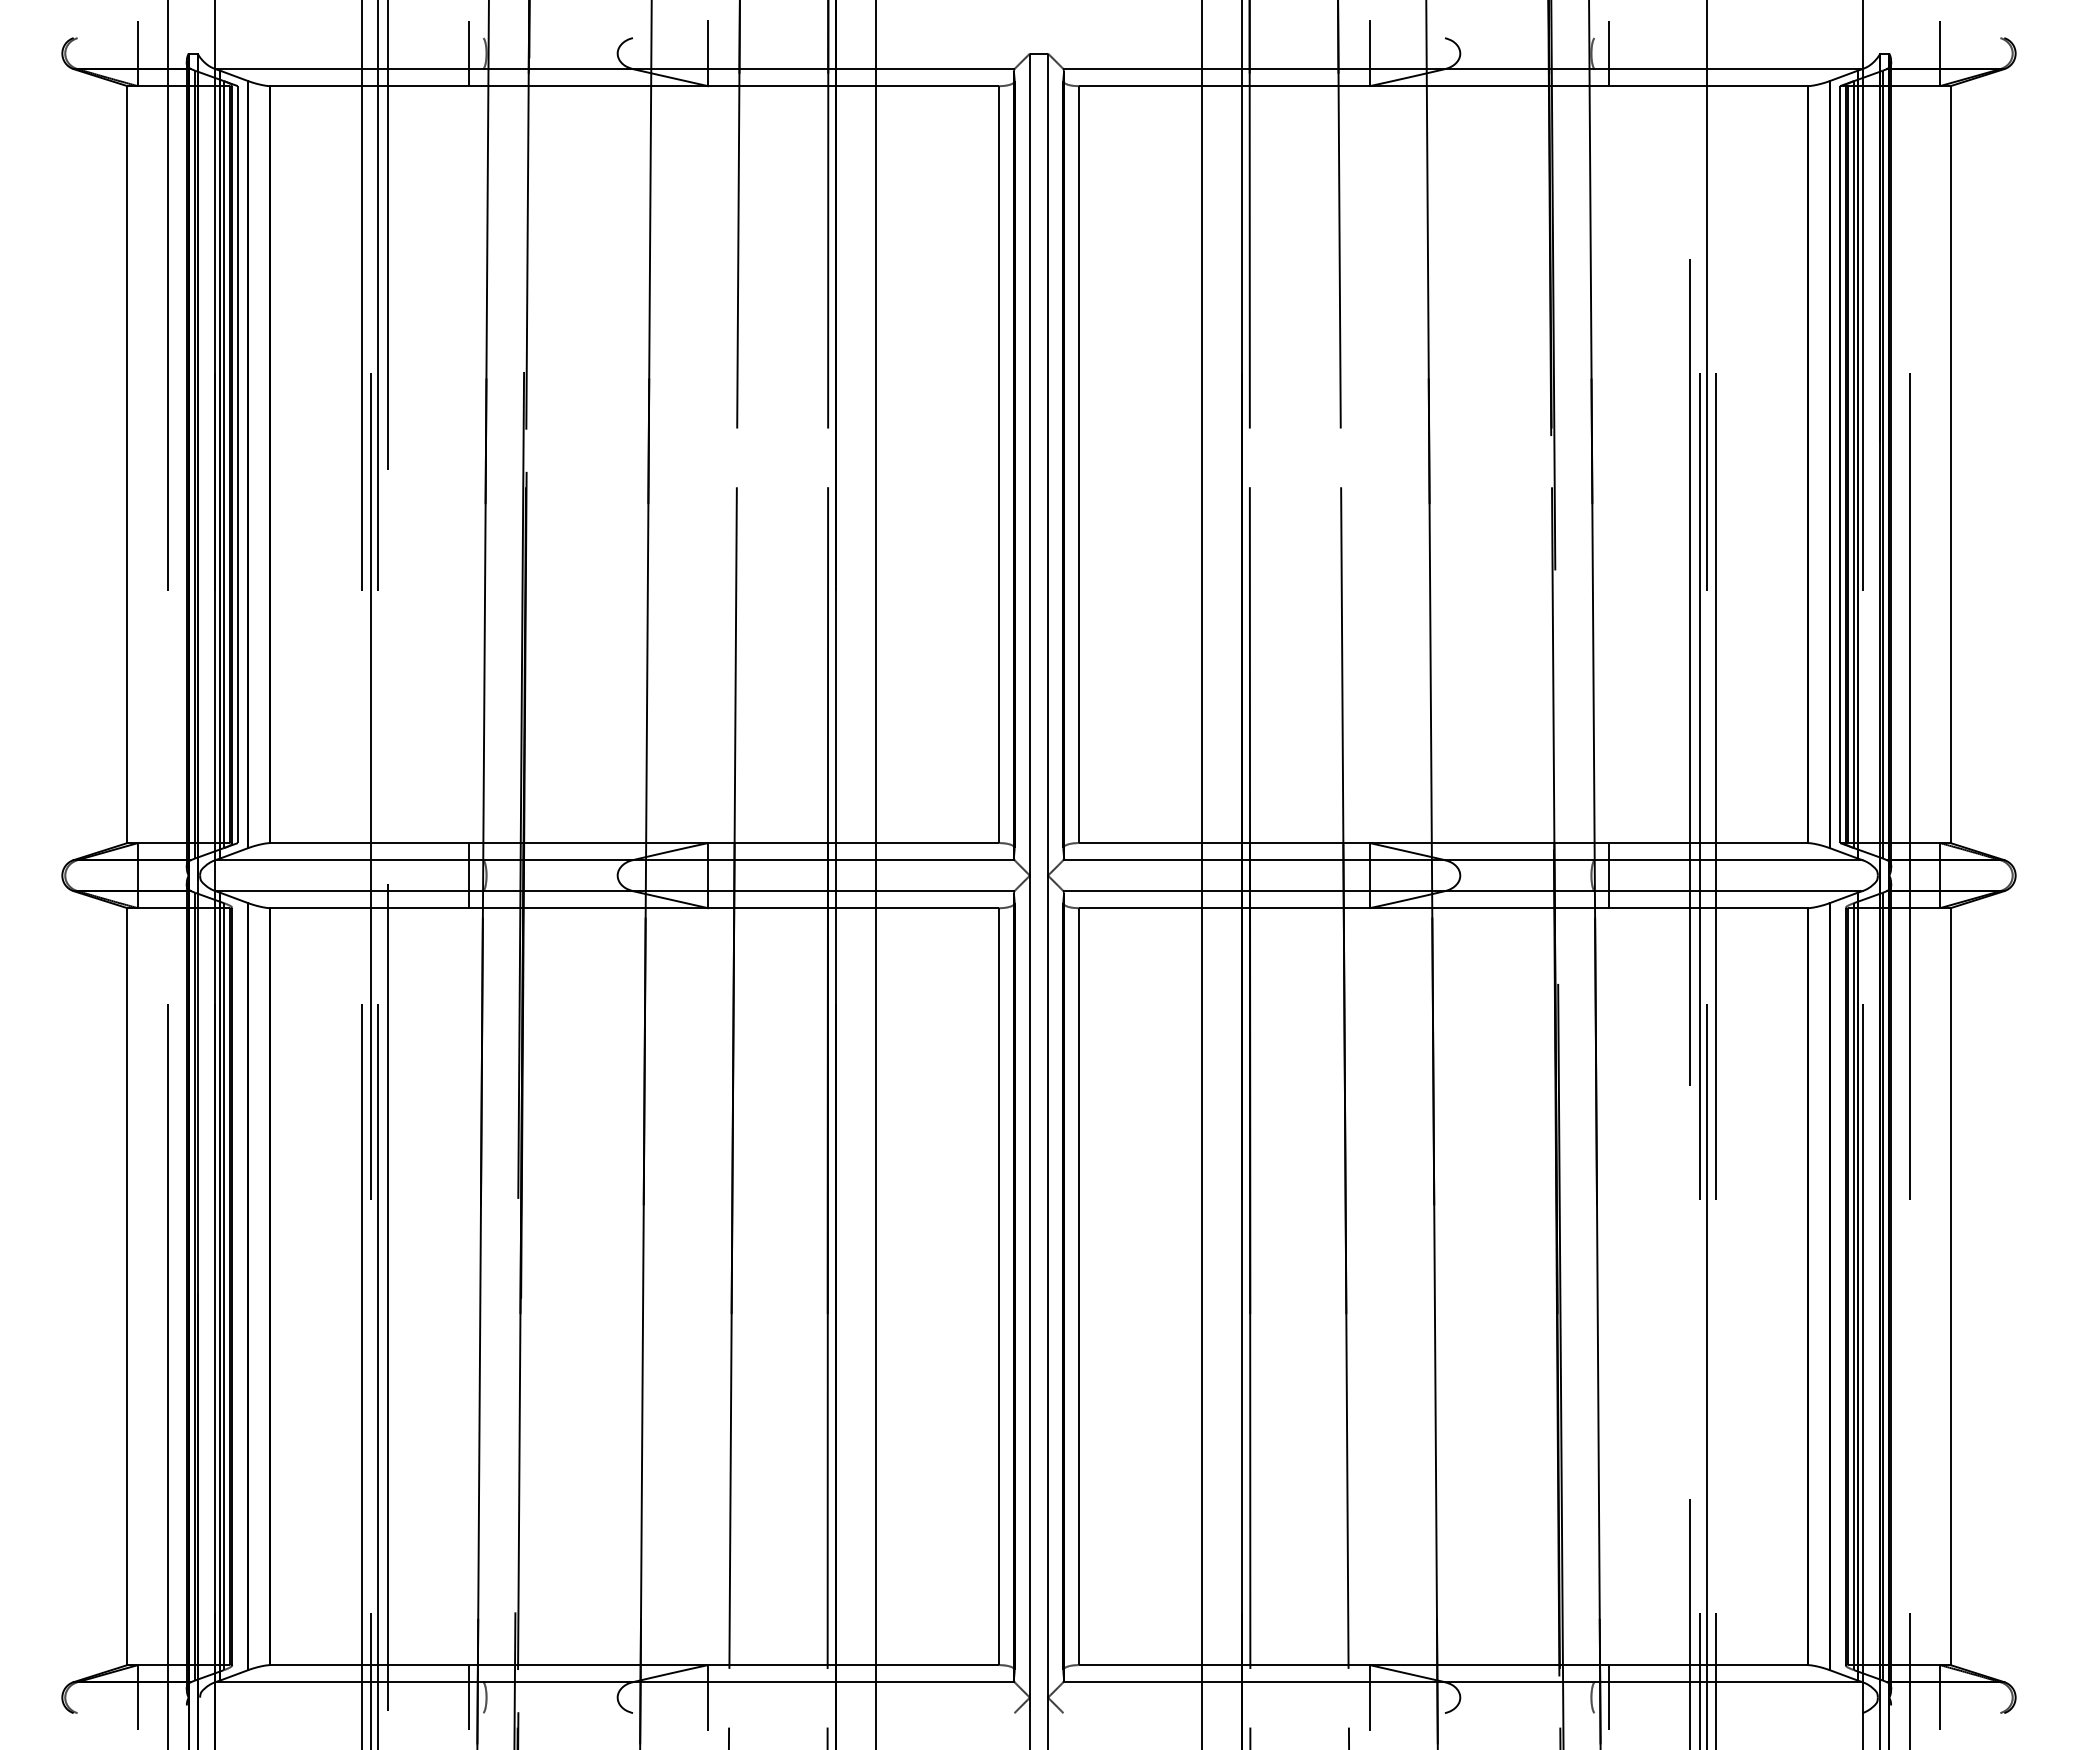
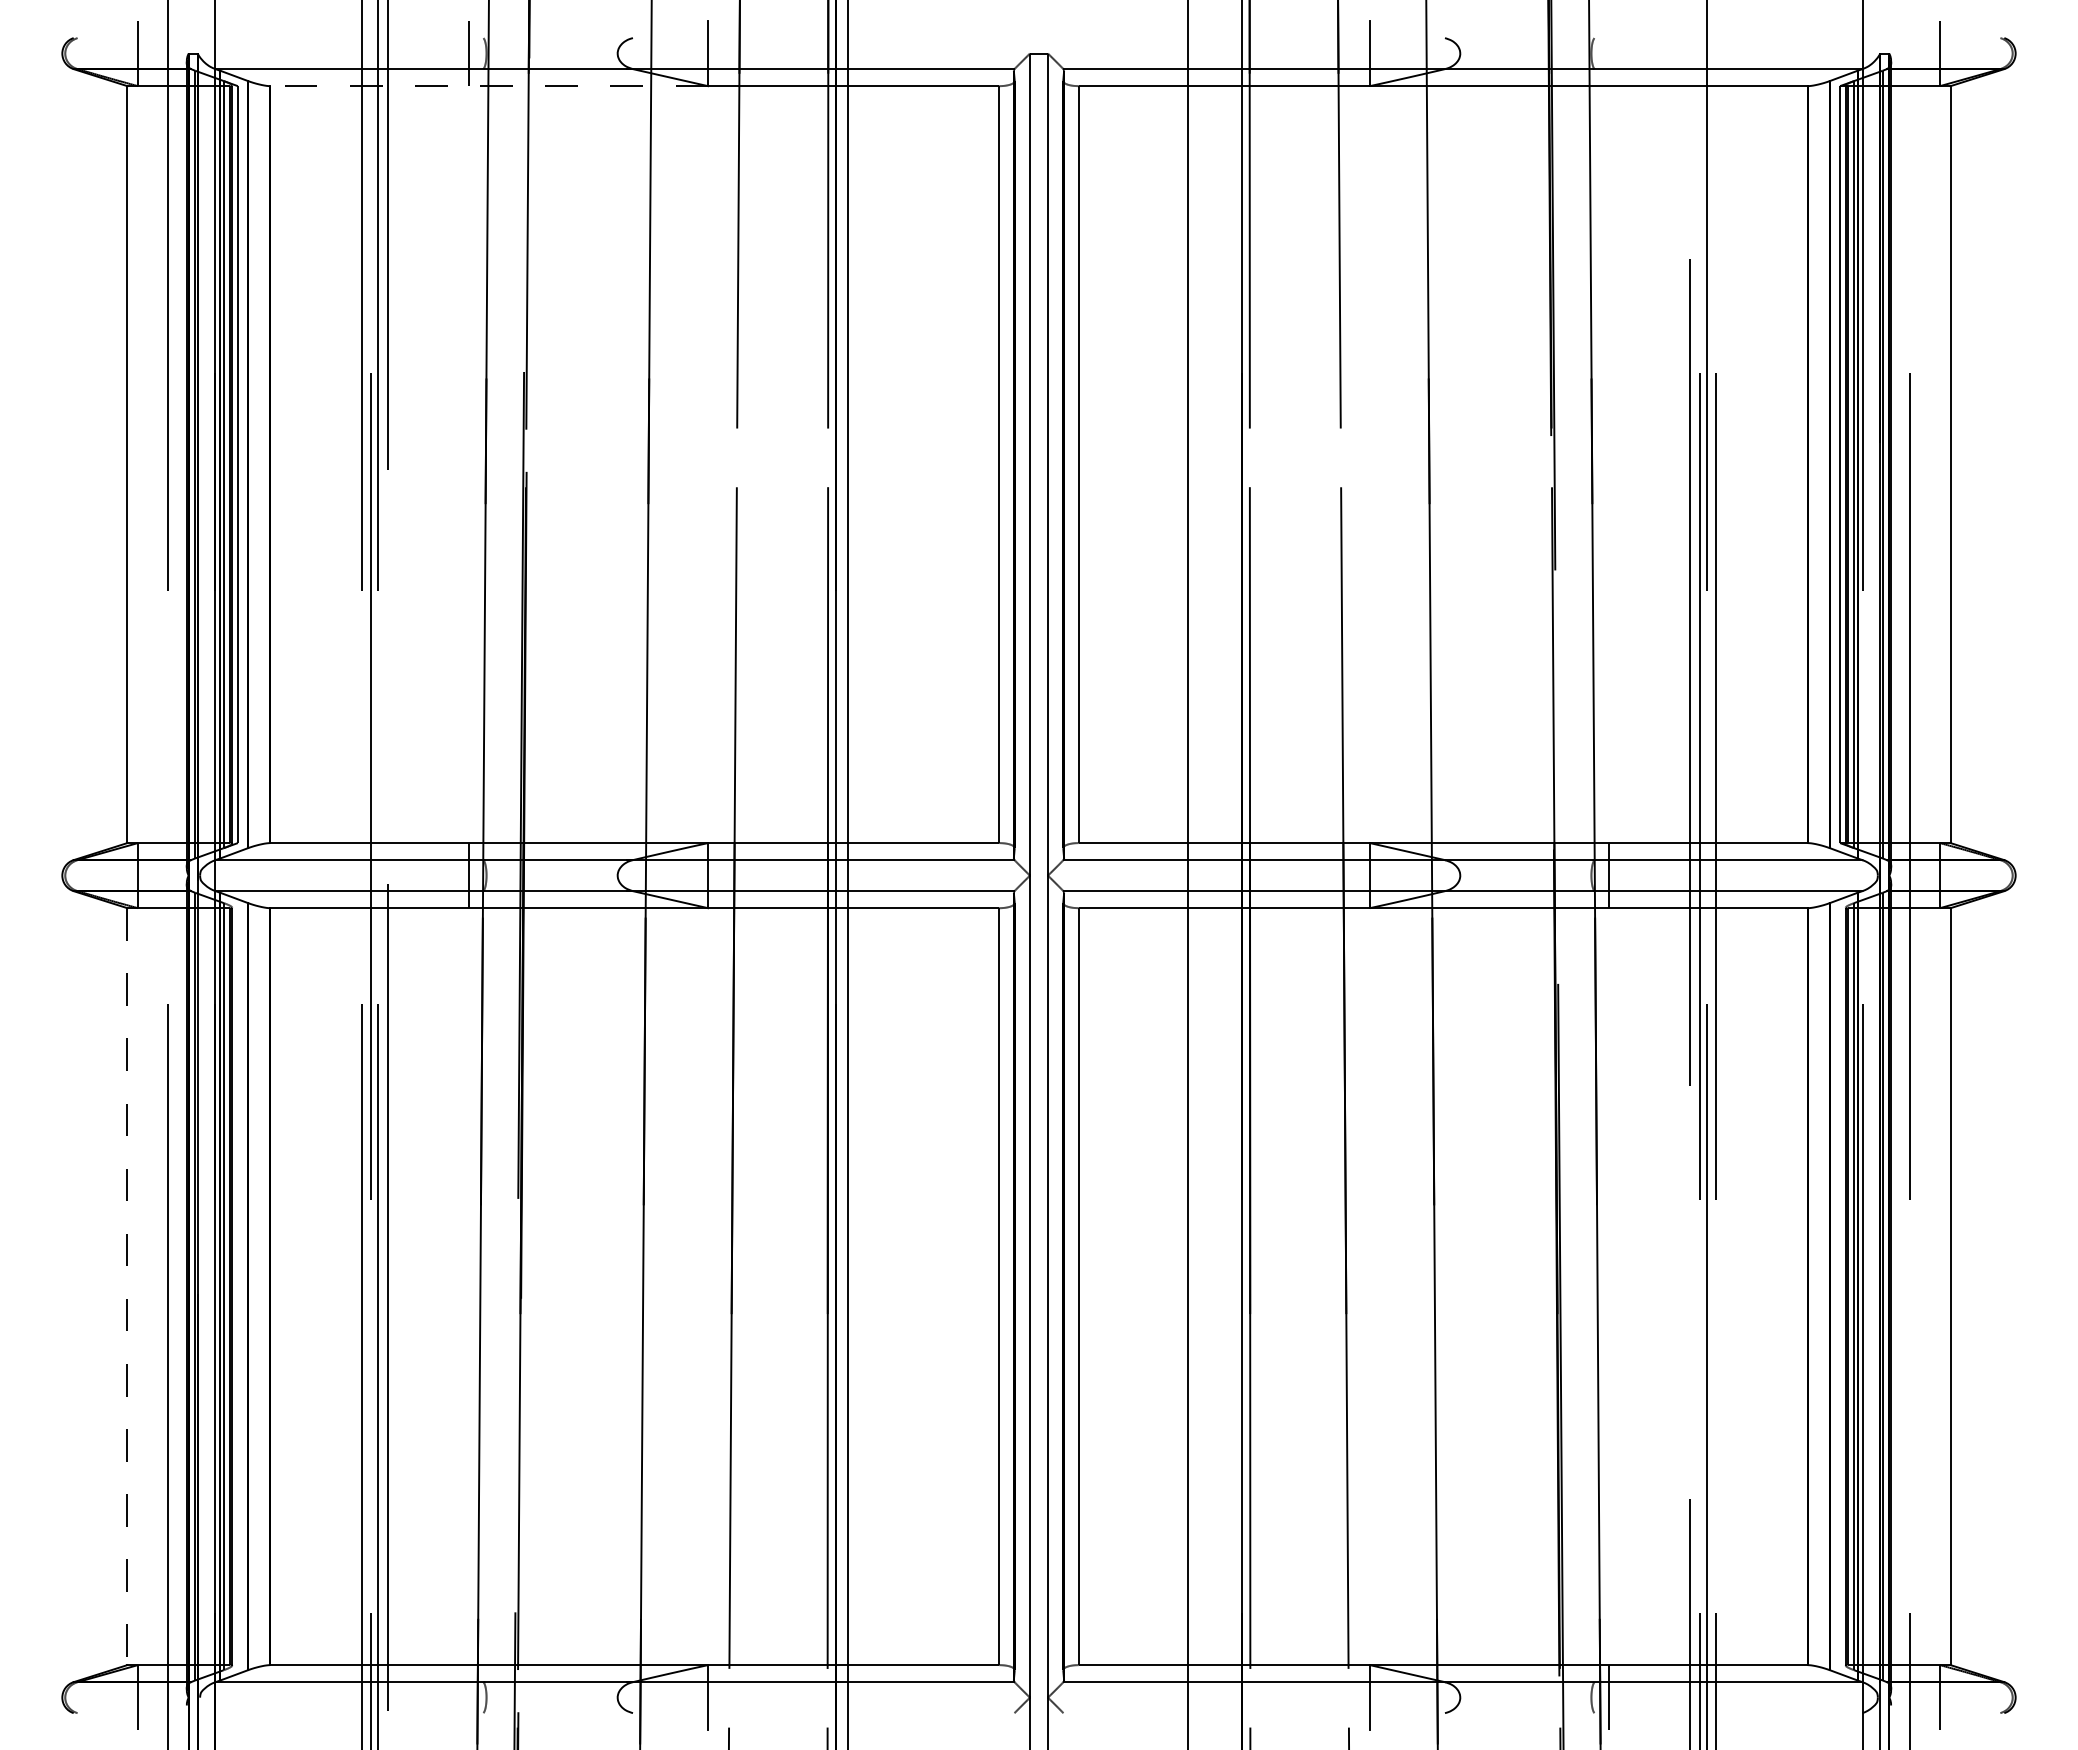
line at (1609, 53): present -> none
line at (489, 86): solid -> dashed
line at (876, 874) position: (876, 874) -> (848, 874)
line at (1201, 874) position: (1201, 874) -> (1187, 874)
line at (127, 1287): solid -> dashed
line at (468, 1697): present -> none
